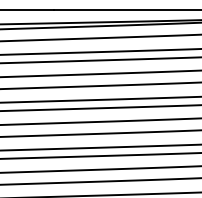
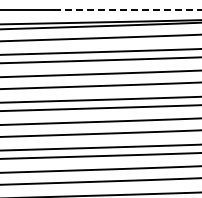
line at (127, 9): solid -> dashed
